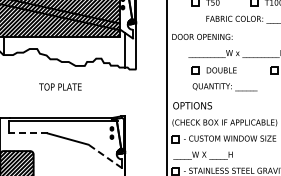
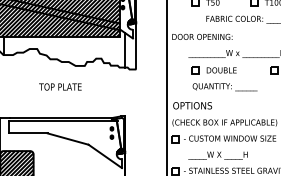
line at (28, 133): dashed -> solid
text at (202, 155) position: (202, 155) -> (217, 155)
line at (104, 156): dashed -> solid
